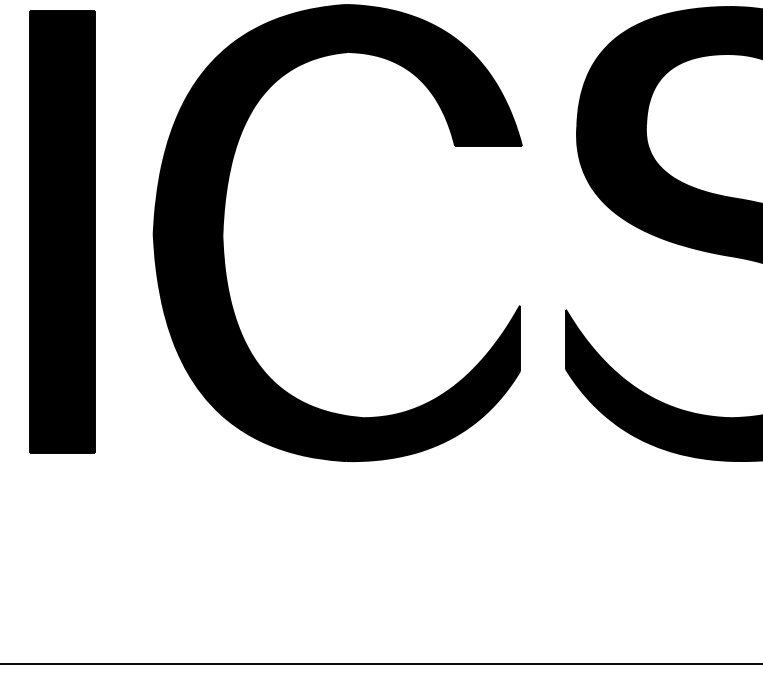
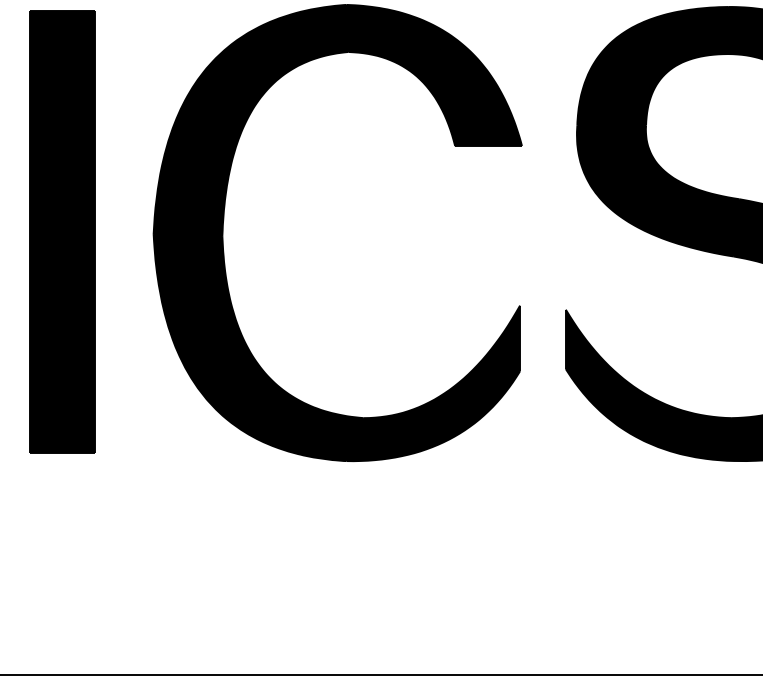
line at (380, 663) position: (380, 663) -> (380, 674)
